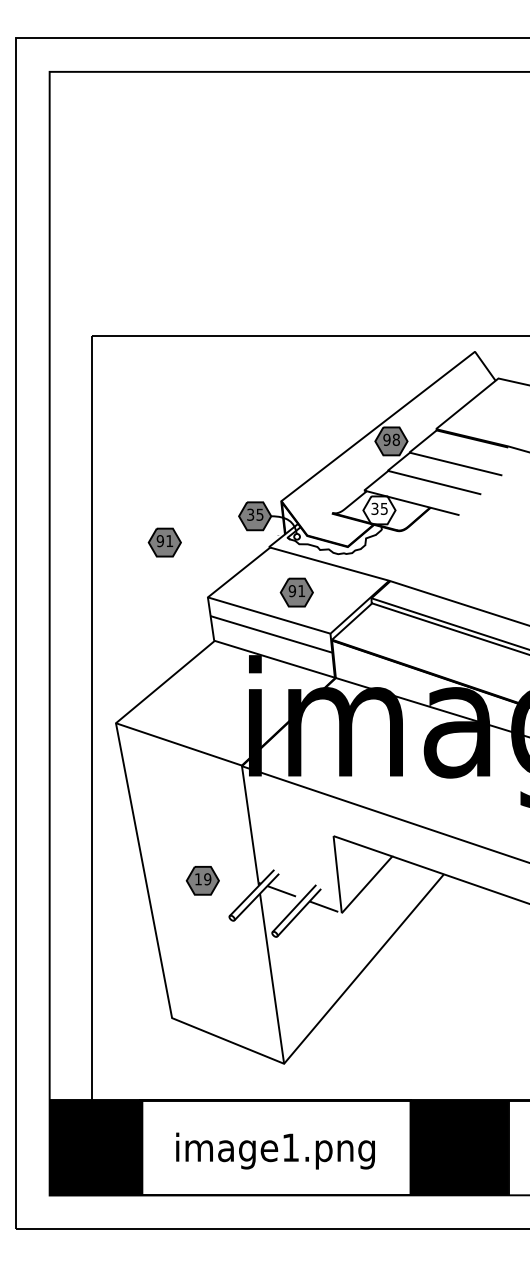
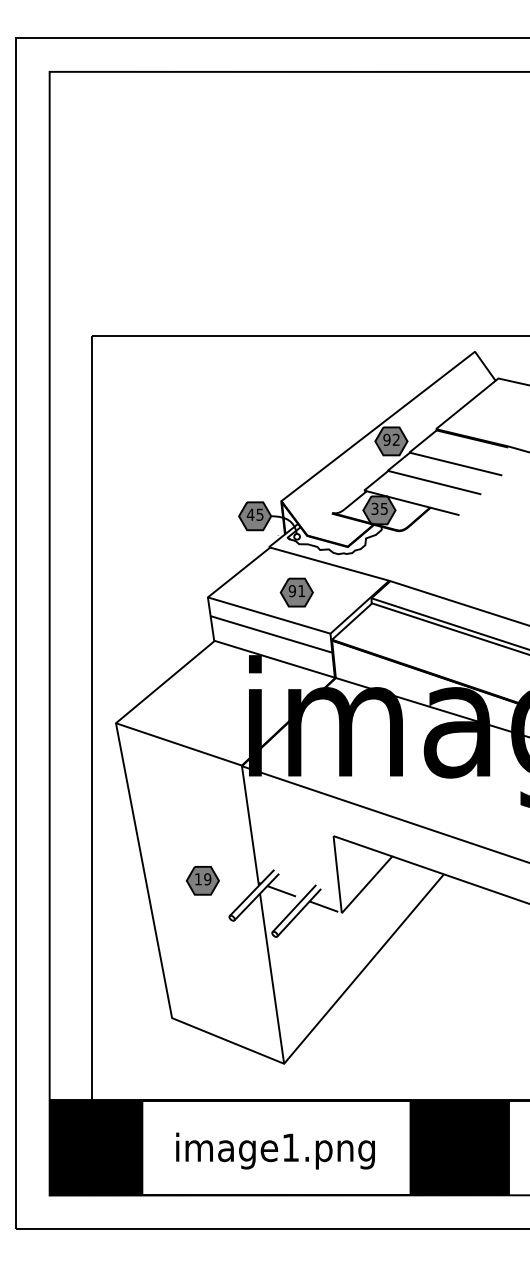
text at (395, 439): 98 -> 92
fill at (379, 510): none -> present
text at (250, 514): 35 -> 45
part at (164, 542): present -> none
